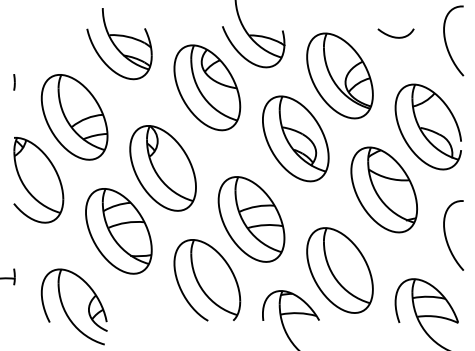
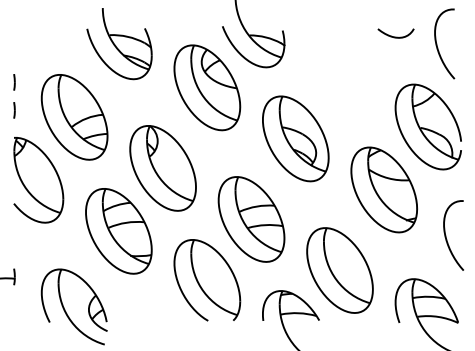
curve at (446, 40) position: (446, 40) -> (437, 43)
part at (339, 75): present -> none
line at (14, 110): none -> present
